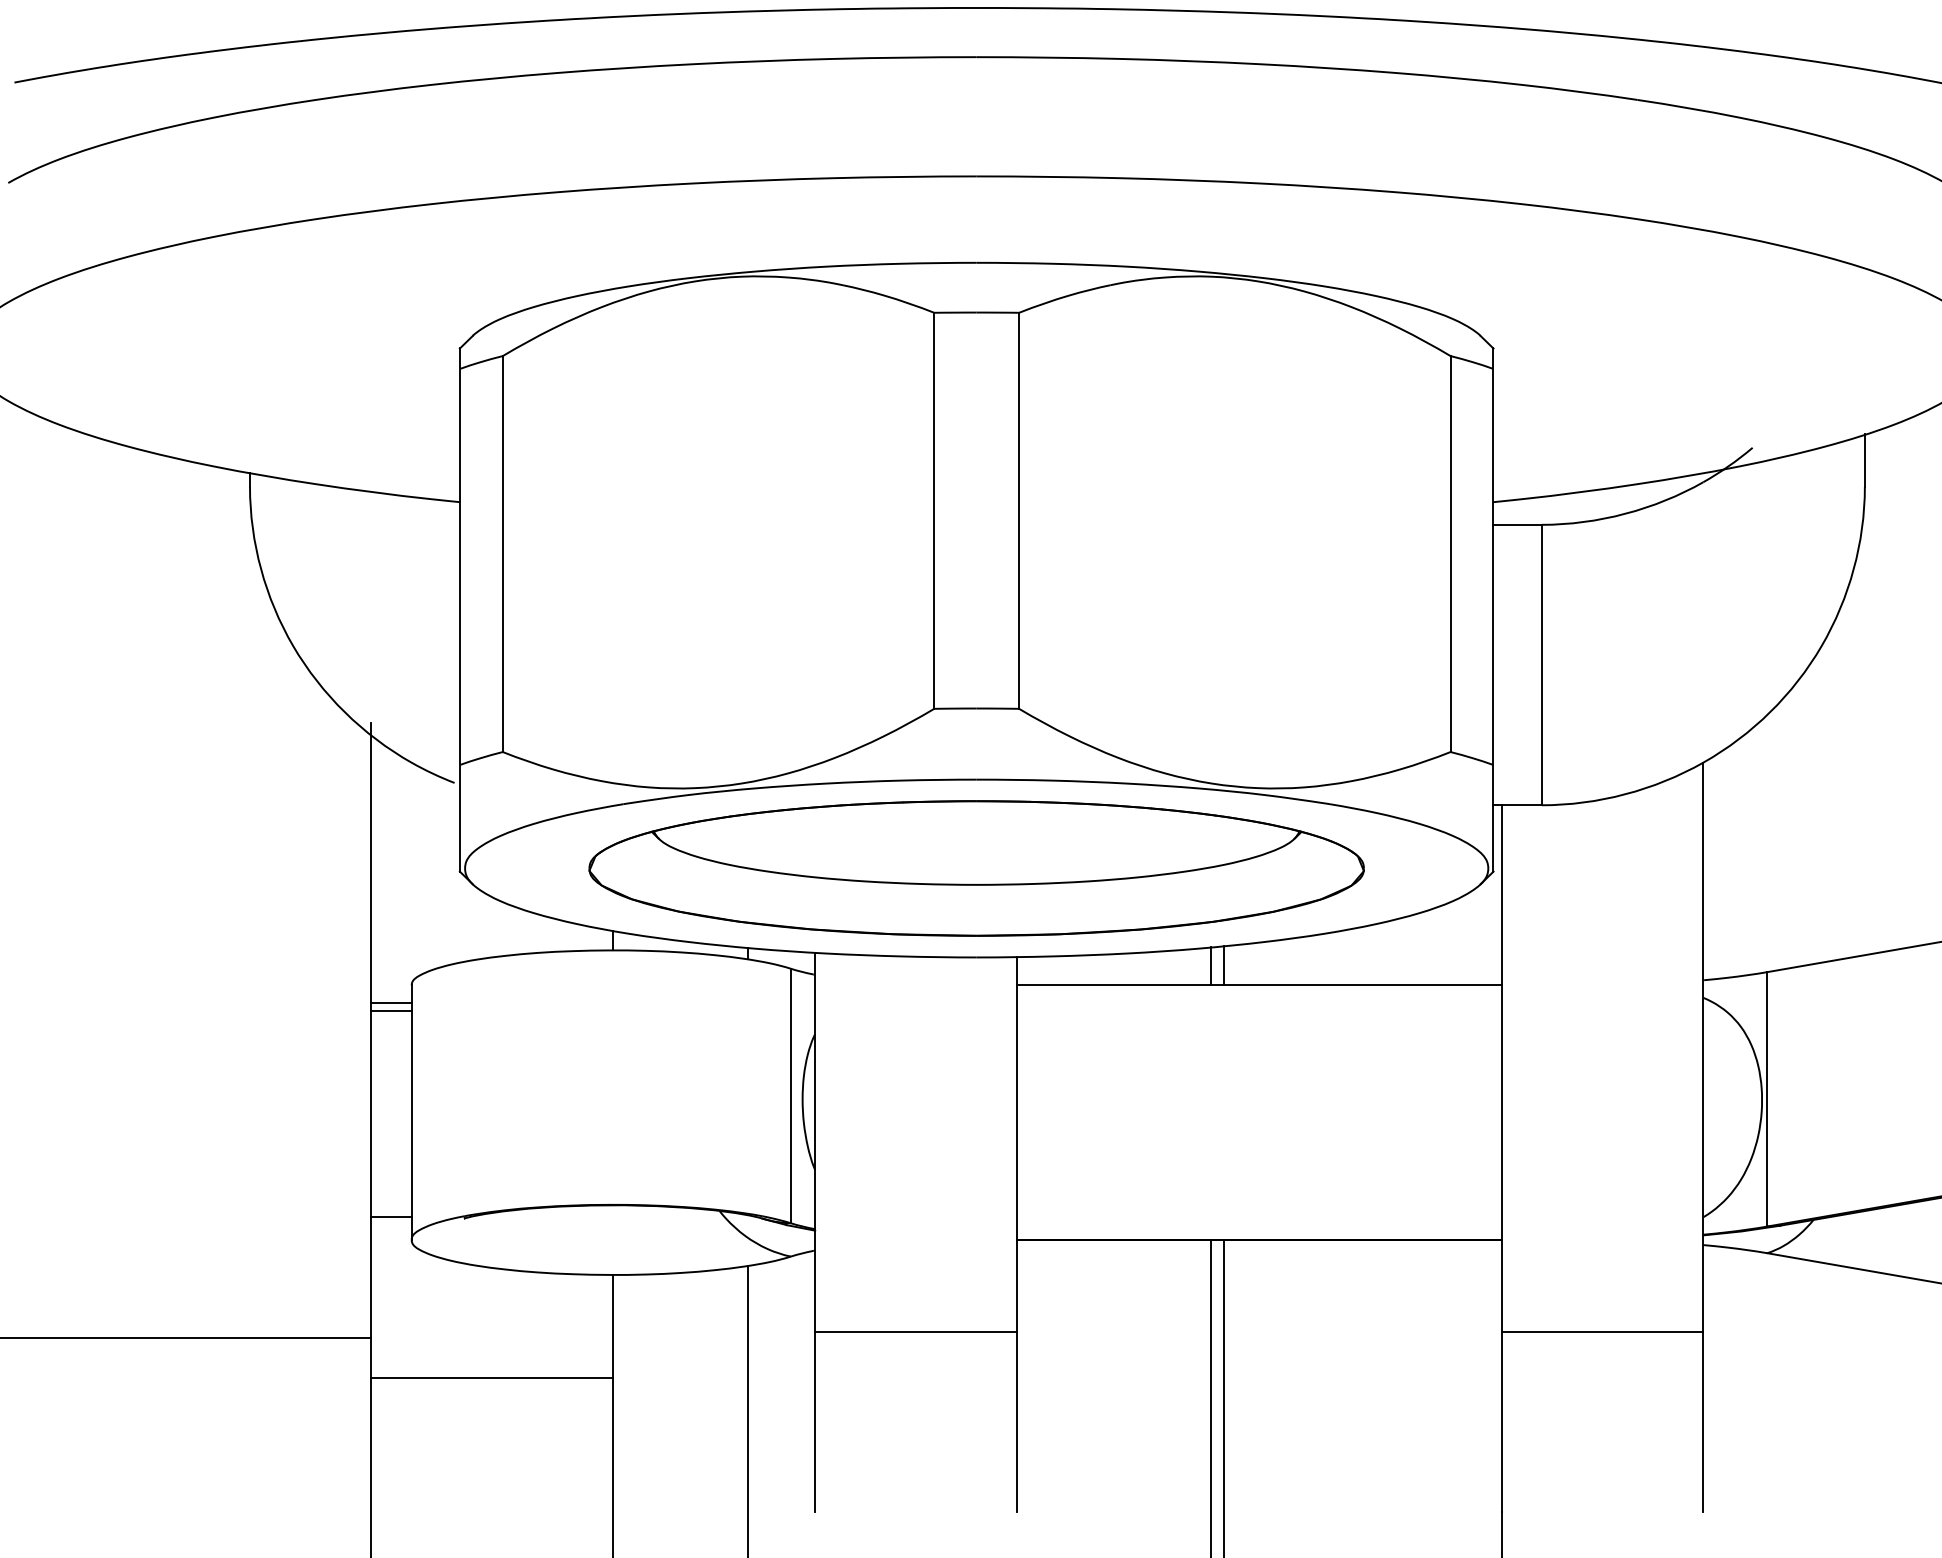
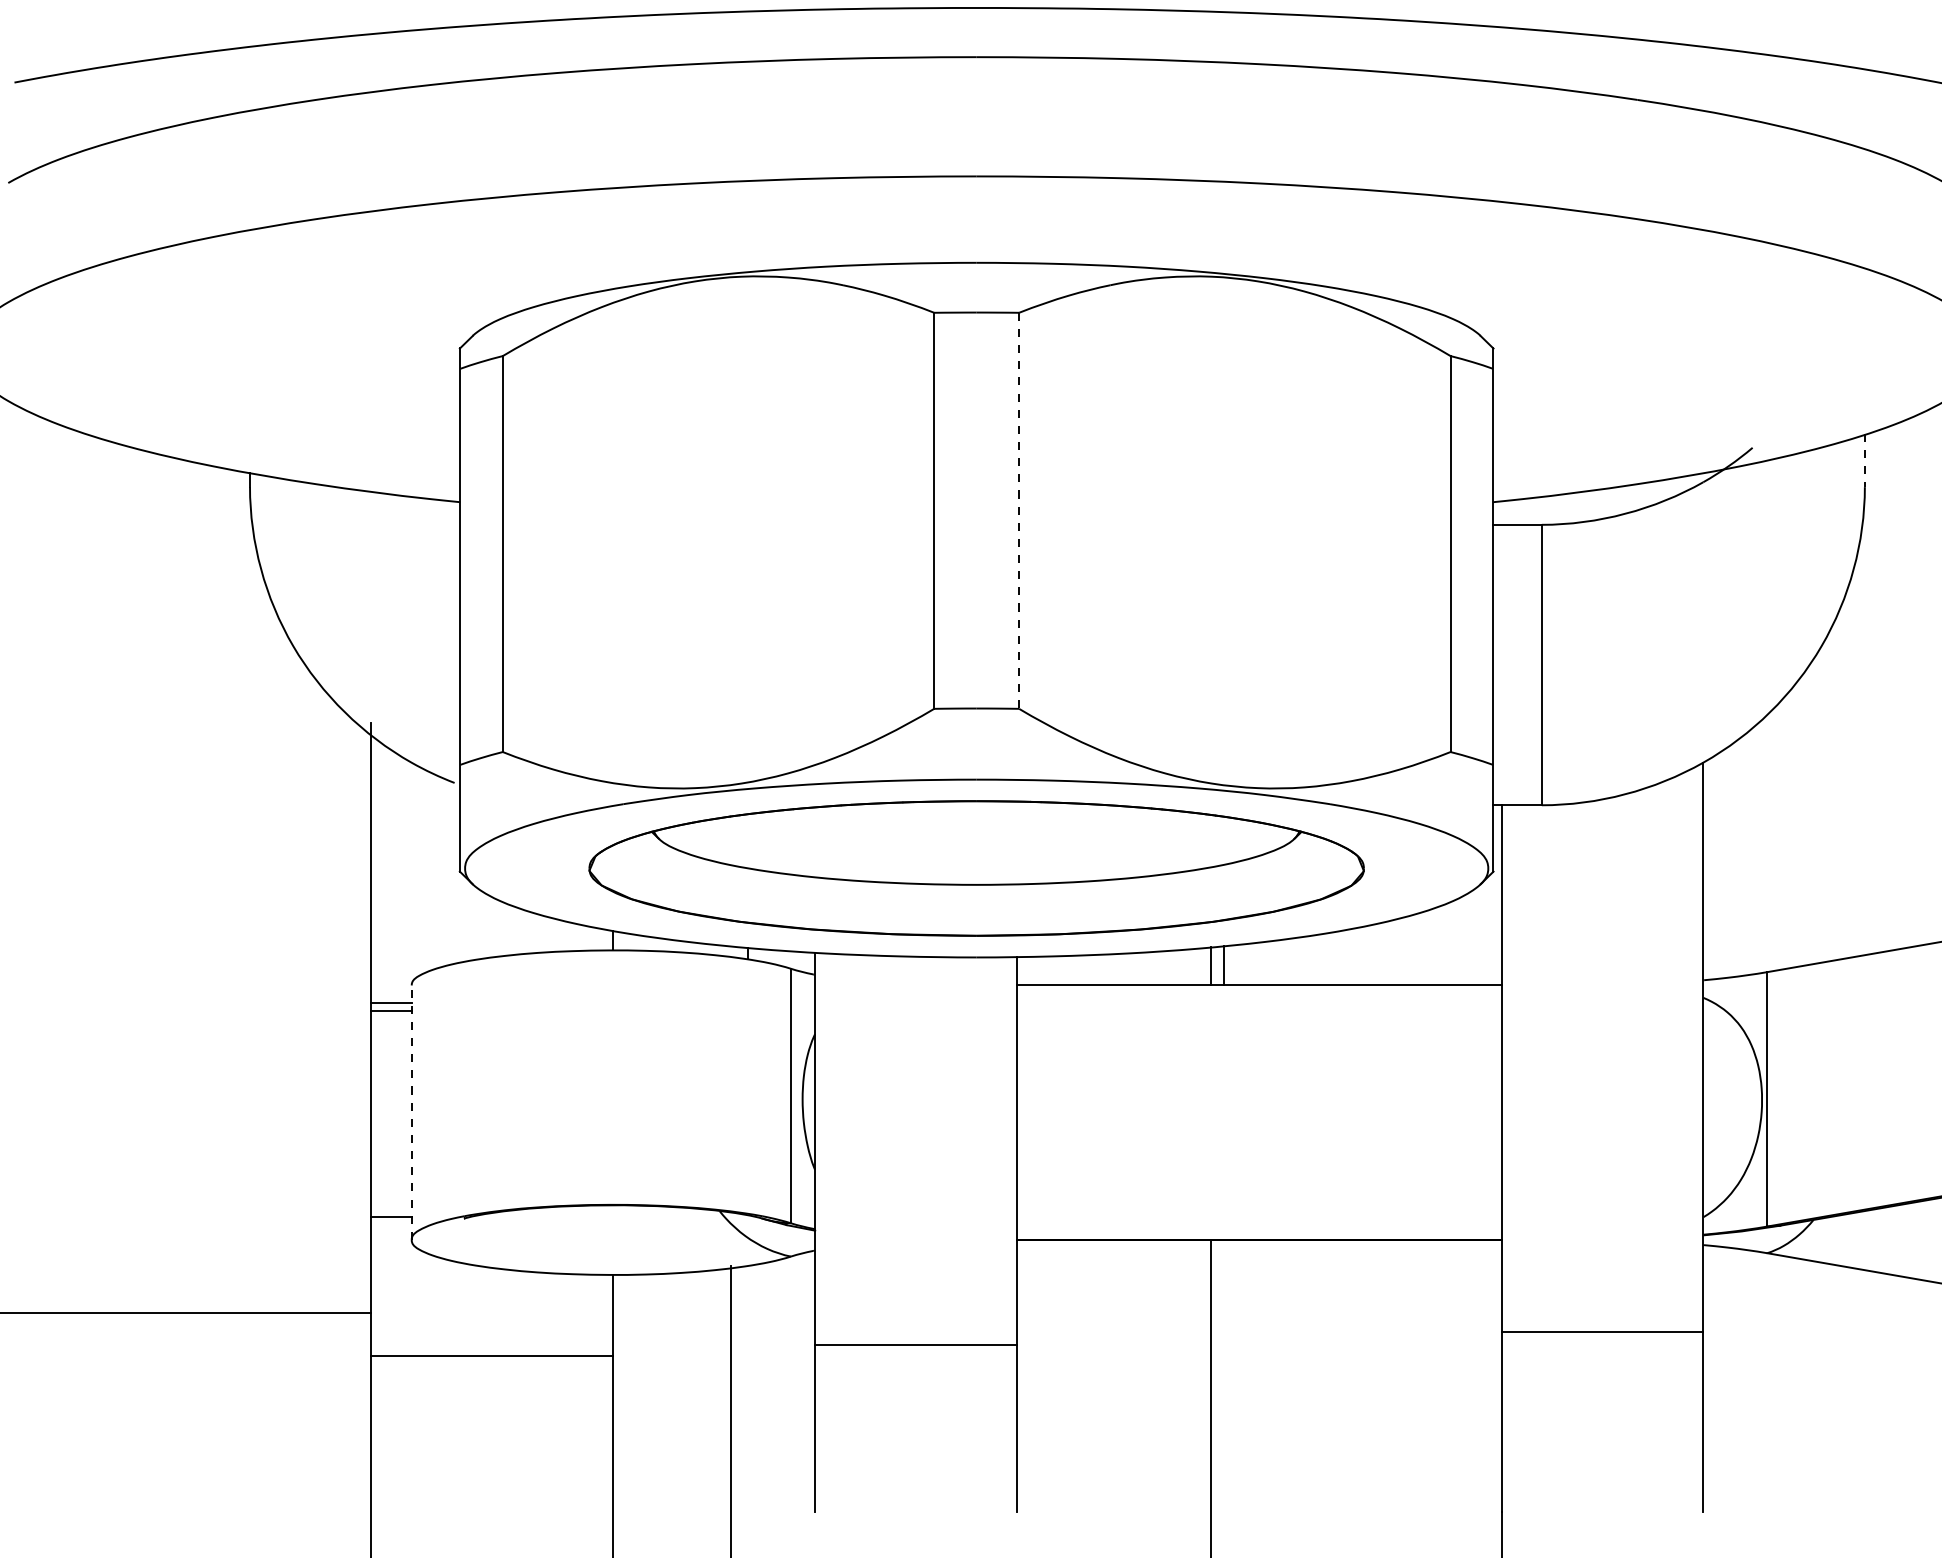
line at (1864, 460): solid -> dashed
line at (1019, 511): solid -> dashed
line at (411, 1112): solid -> dashed
line at (916, 1331) position: (916, 1331) -> (916, 1344)
line at (186, 1337) position: (186, 1337) -> (186, 1312)
line at (492, 1378) position: (492, 1378) -> (492, 1356)
line at (1223, 1397): present -> none
line at (748, 1409) position: (748, 1409) -> (731, 1409)
